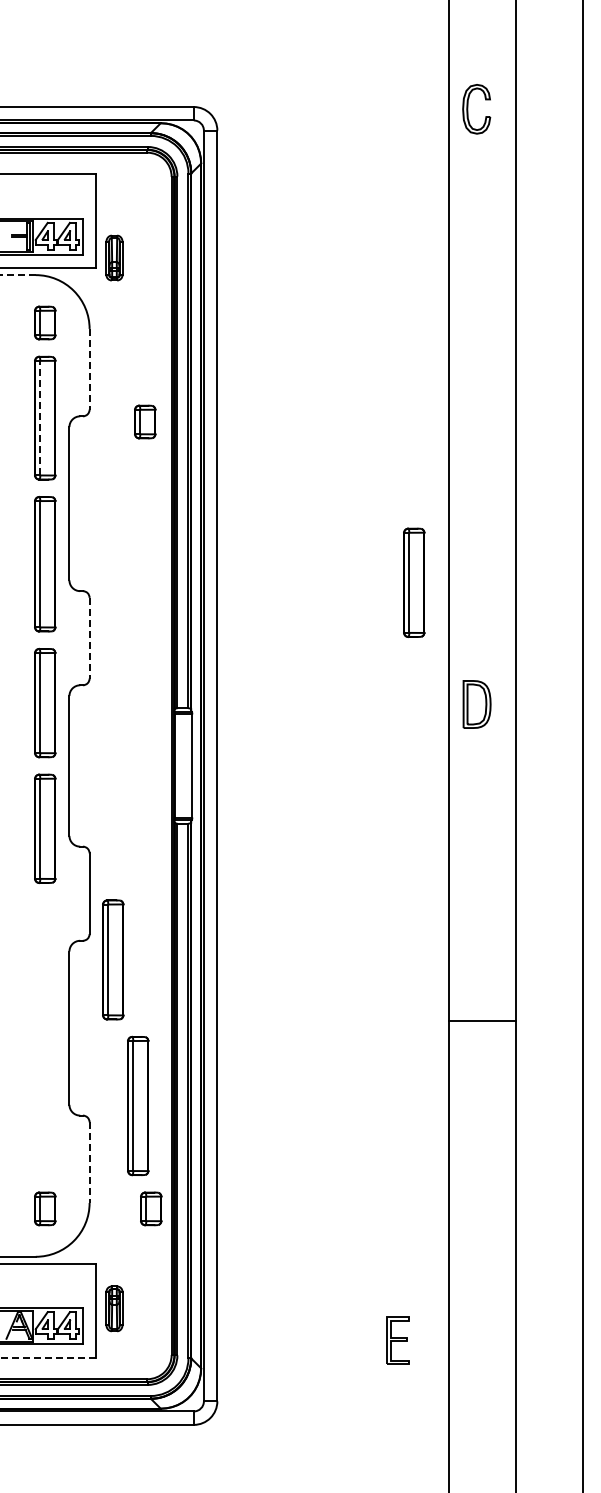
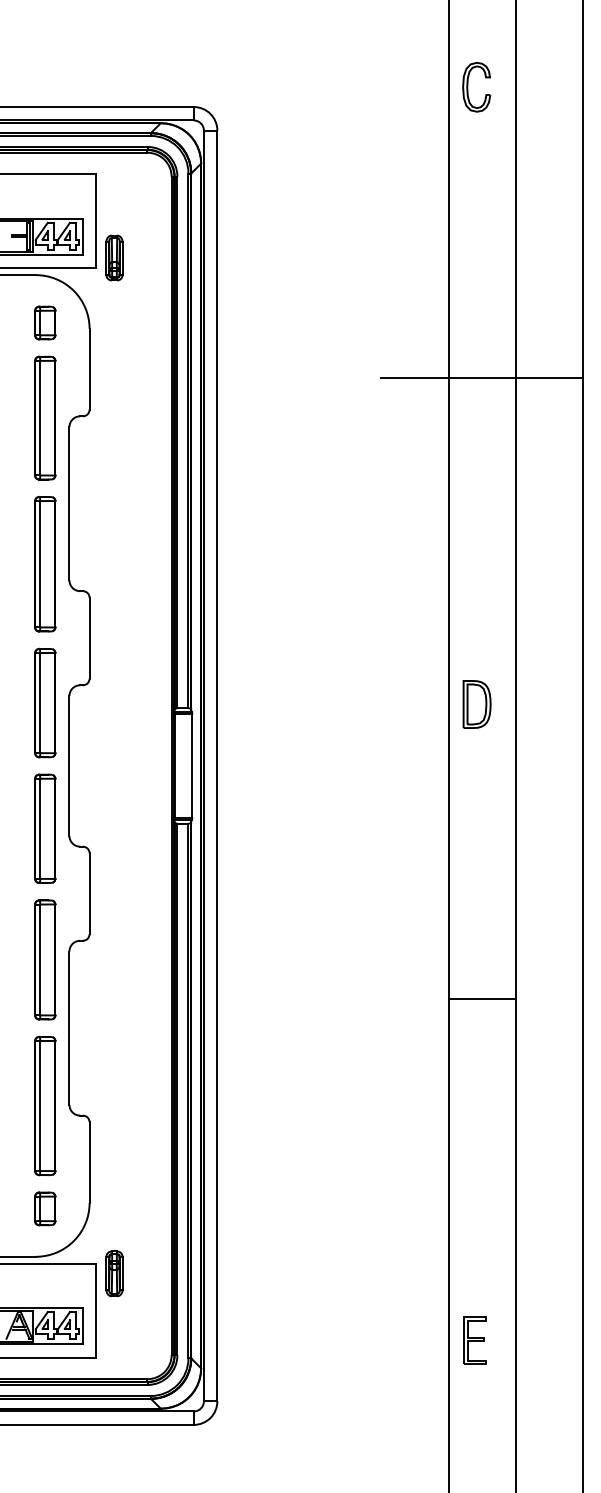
part at (468, 109) position: (468, 109) -> (468, 87)
line at (17, 275): dashed -> solid
line at (89, 369): dashed -> solid
line at (482, 378): none -> present
line at (40, 417): dashed -> solid
part at (145, 421): present -> none
part at (414, 582): present -> none
line at (89, 638): dashed -> solid
part at (113, 959) position: (113, 959) -> (45, 959)
line at (481, 1020) position: (481, 1020) -> (481, 998)
part at (138, 1105) position: (138, 1105) -> (45, 1105)
line at (89, 1163): dashed -> solid
part at (151, 1208): present -> none
part at (114, 1308) position: (114, 1308) -> (114, 1273)
part at (397, 1340) position: (397, 1340) -> (474, 1340)
line at (48, 1357): dashed -> solid
